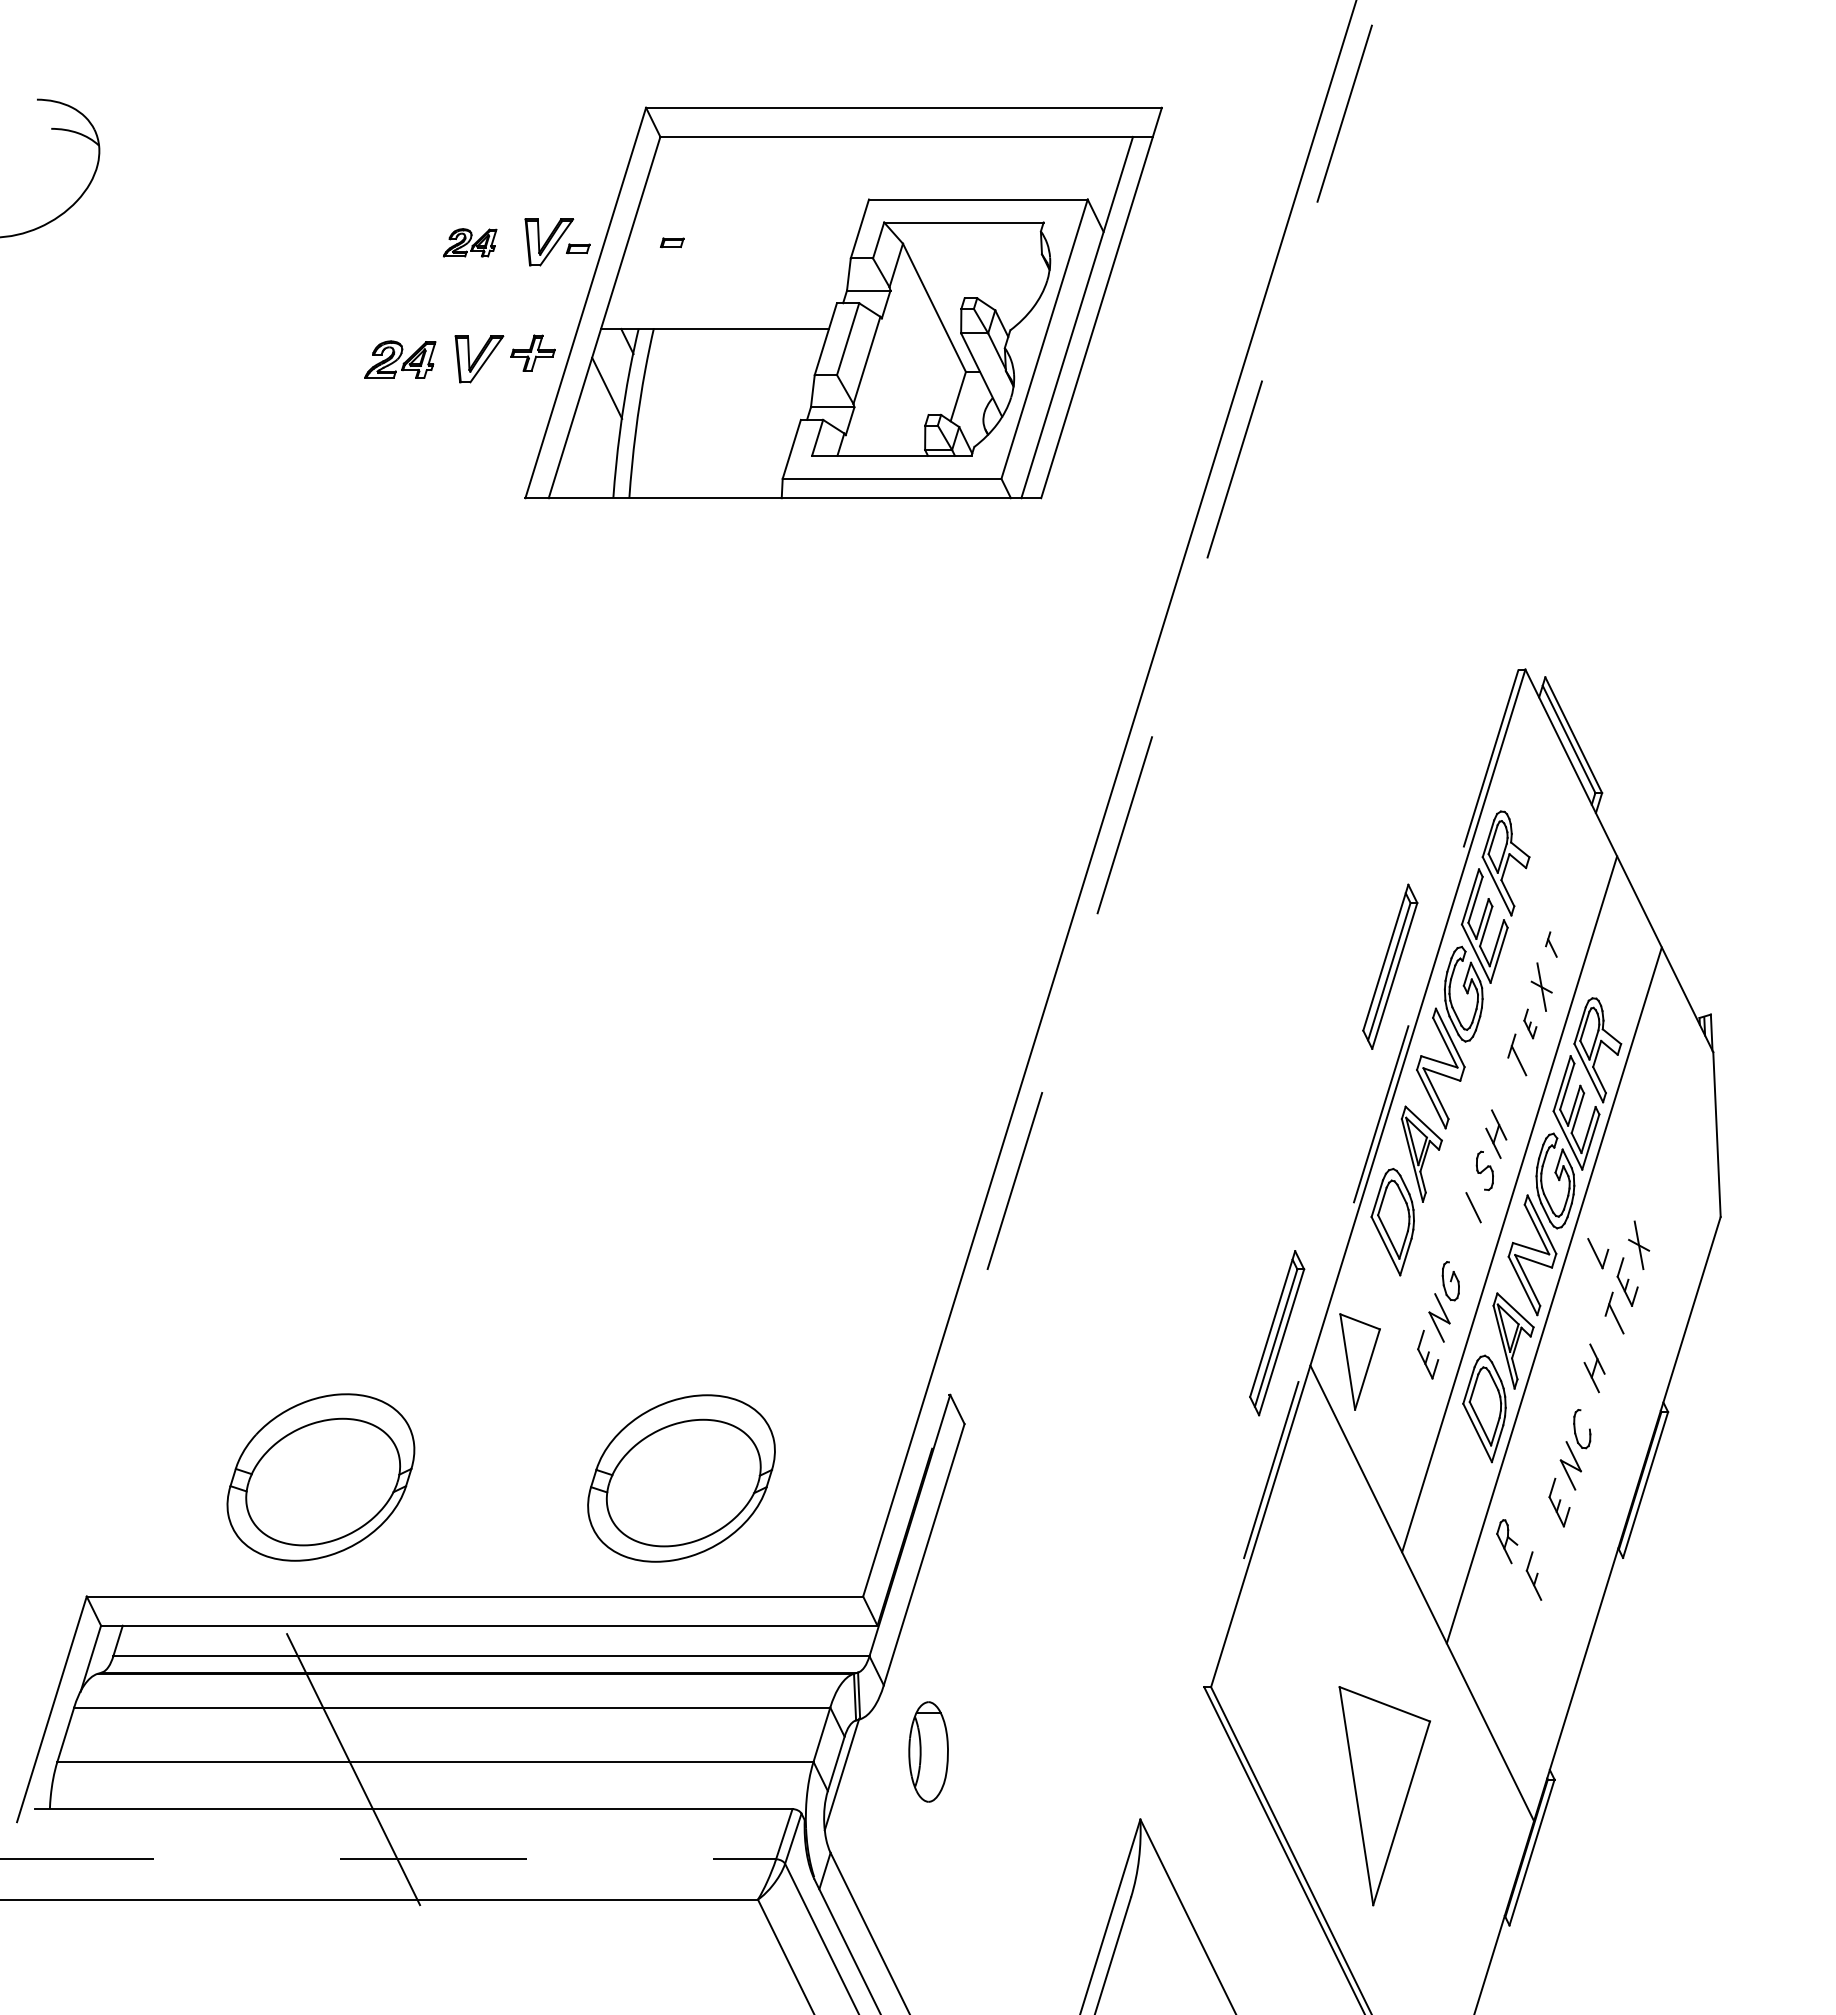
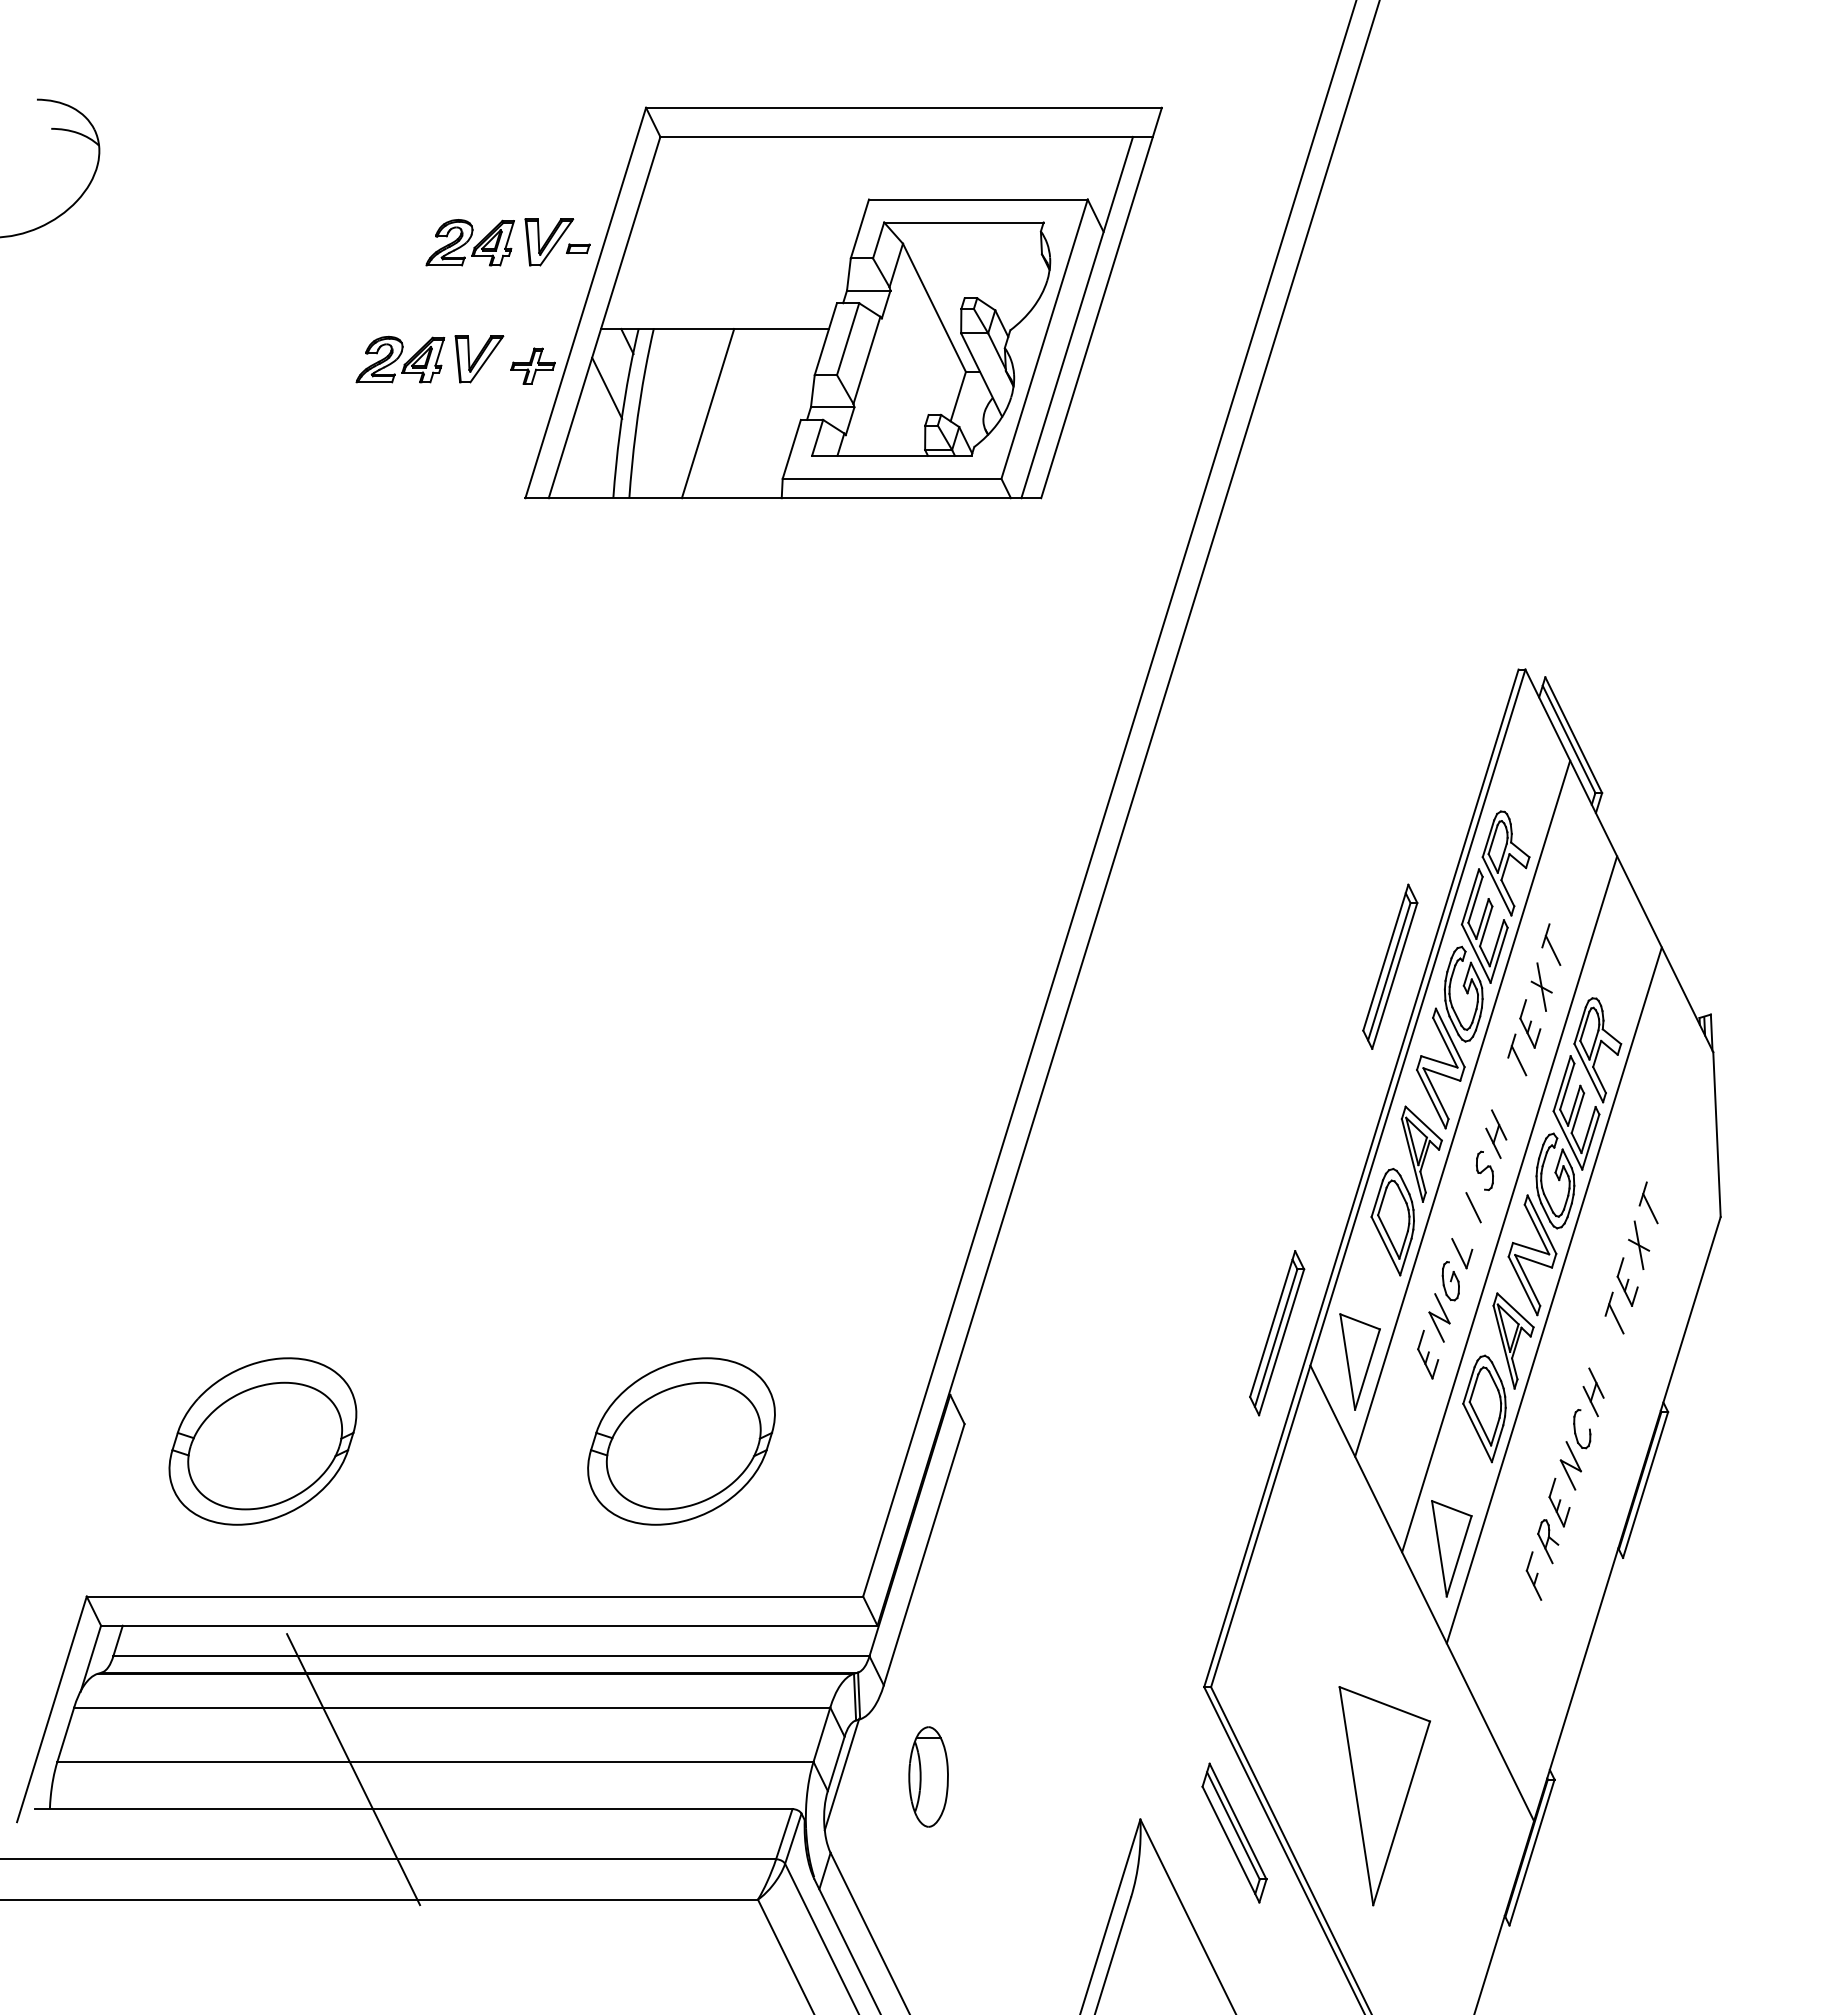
part at (470, 242) size: 55x30 px -> 90x48 px
part at (672, 242): present -> none
part at (532, 352) position: (532, 352) -> (532, 365)
part at (400, 359) size: 73x39 px -> 91x49 px
line at (707, 413): none -> present
line at (1128, 812): dashed -> solid
part at (1551, 944) size: 13x27 px -> 21x43 px
part at (1530, 1023) size: 15x32 px -> 23x50 px
line at (1462, 1108): none -> present
line at (1361, 1178): dashed -> solid
part at (1648, 1202): none -> present
part at (1598, 1253) position: (1598, 1253) -> (1462, 1253)
part at (1594, 1368) position: (1594, 1368) -> (1593, 1392)
part at (320, 1477) position: (320, 1477) -> (262, 1441)
part at (681, 1478) position: (681, 1478) -> (681, 1441)
part at (1507, 1541) position: (1507, 1541) -> (1548, 1541)
part at (1451, 1548): none -> present
part at (928, 1751) position: (928, 1751) -> (928, 1776)
part at (1234, 1832): none -> present
line at (388, 1859): dashed -> solid
